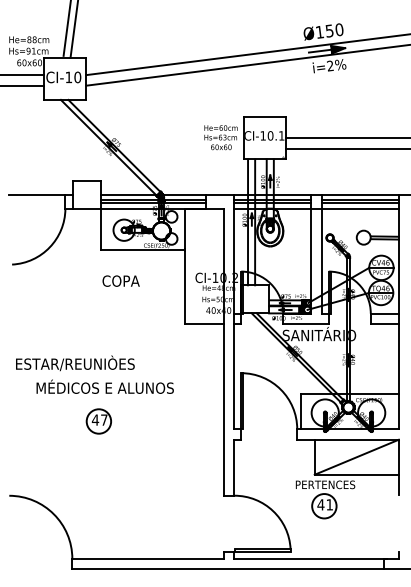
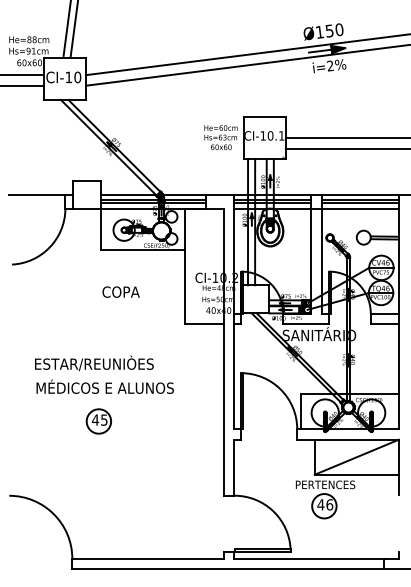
text at (120, 280) position: (120, 280) -> (120, 291)
text at (75, 363) position: (75, 363) -> (94, 363)
text at (104, 419): 47 -> 45
text at (329, 504): 41 -> 46
